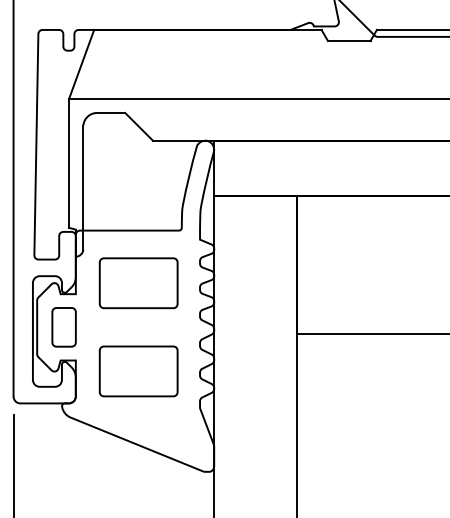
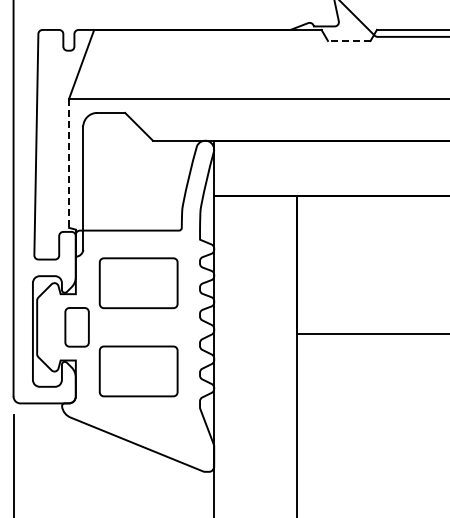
line at (348, 41): solid -> dashed
line at (69, 163): solid -> dashed
part at (63, 327) position: (63, 327) -> (76, 327)
